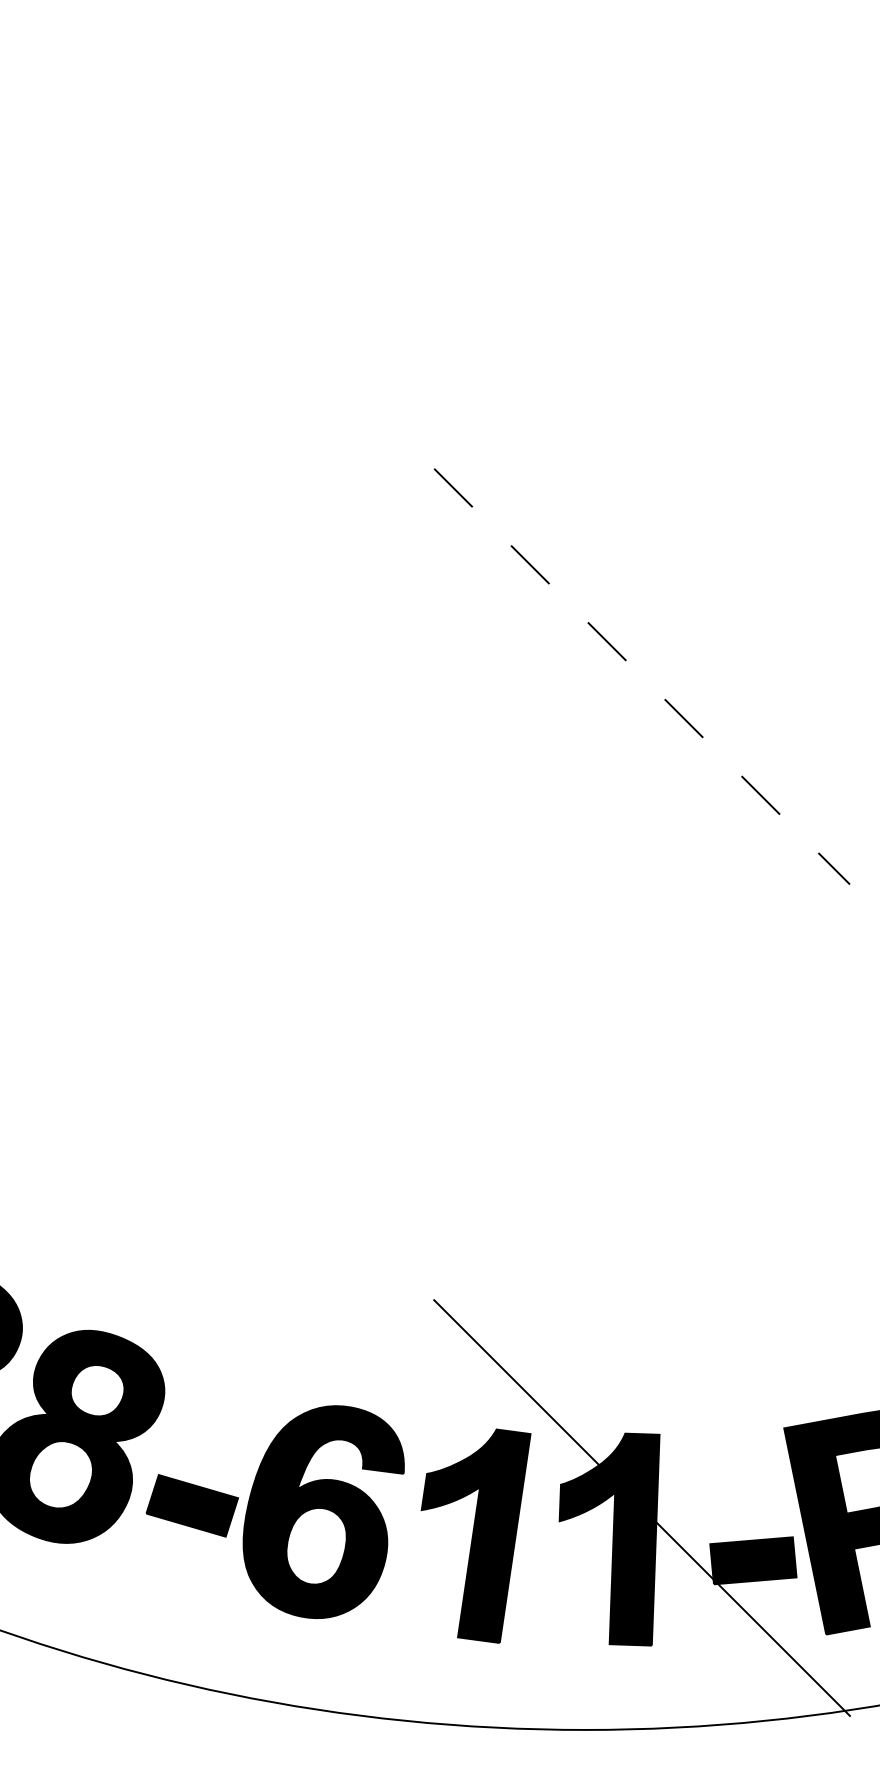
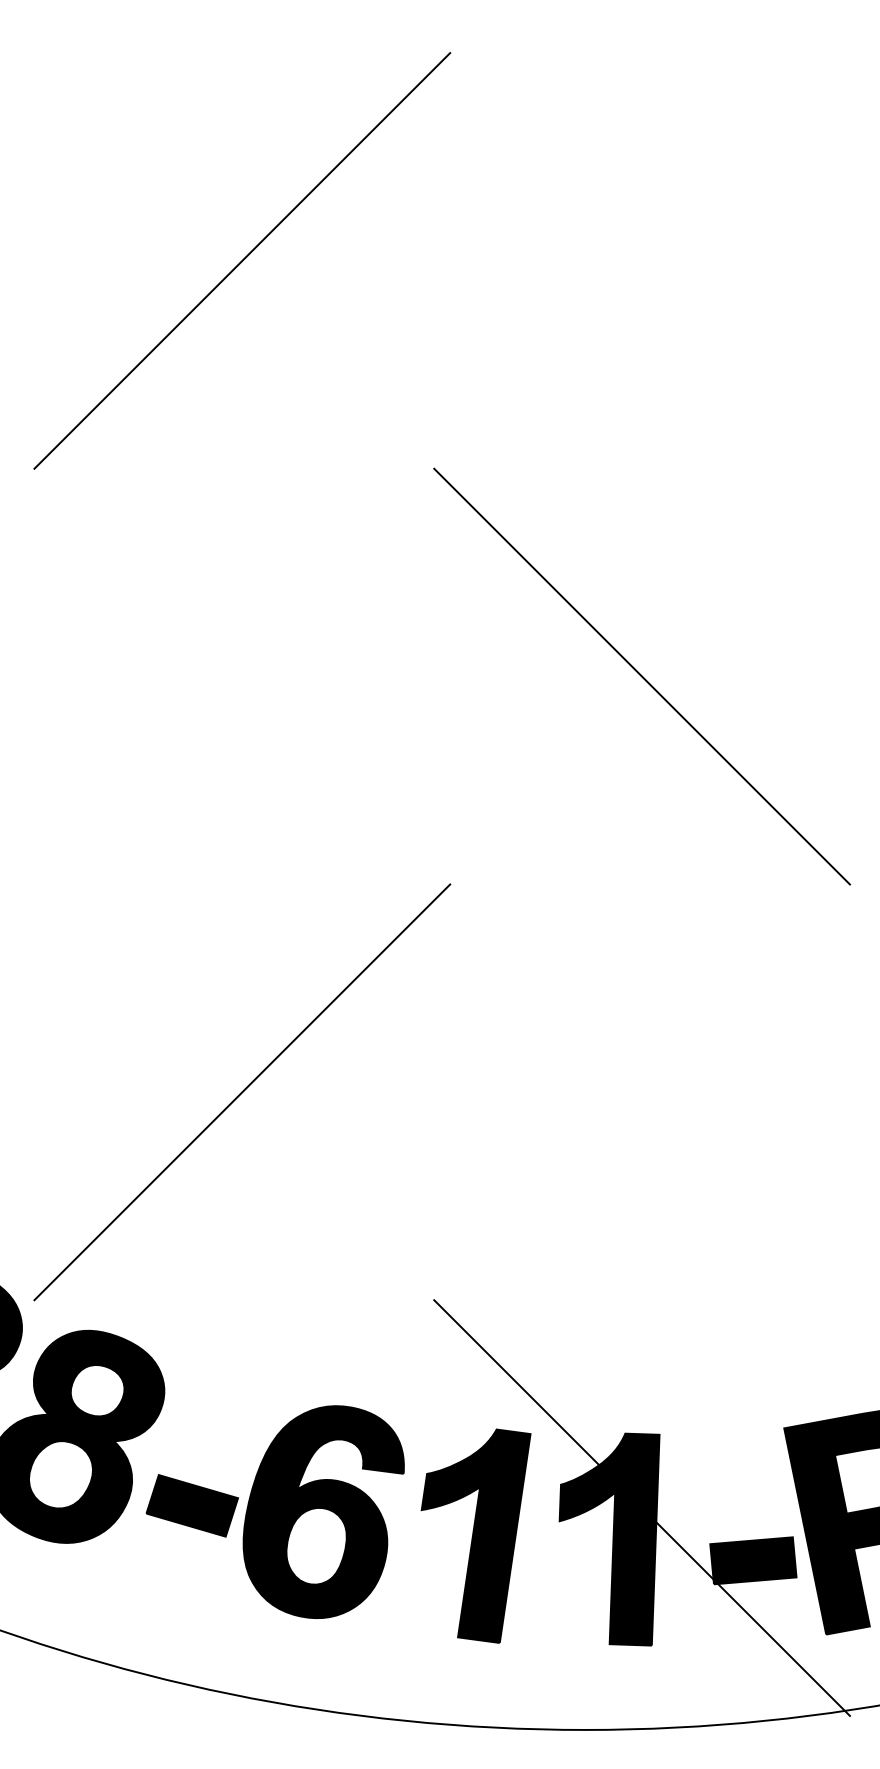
line at (242, 260): none -> present
line at (642, 676): dashed -> solid
line at (242, 1092): none -> present
